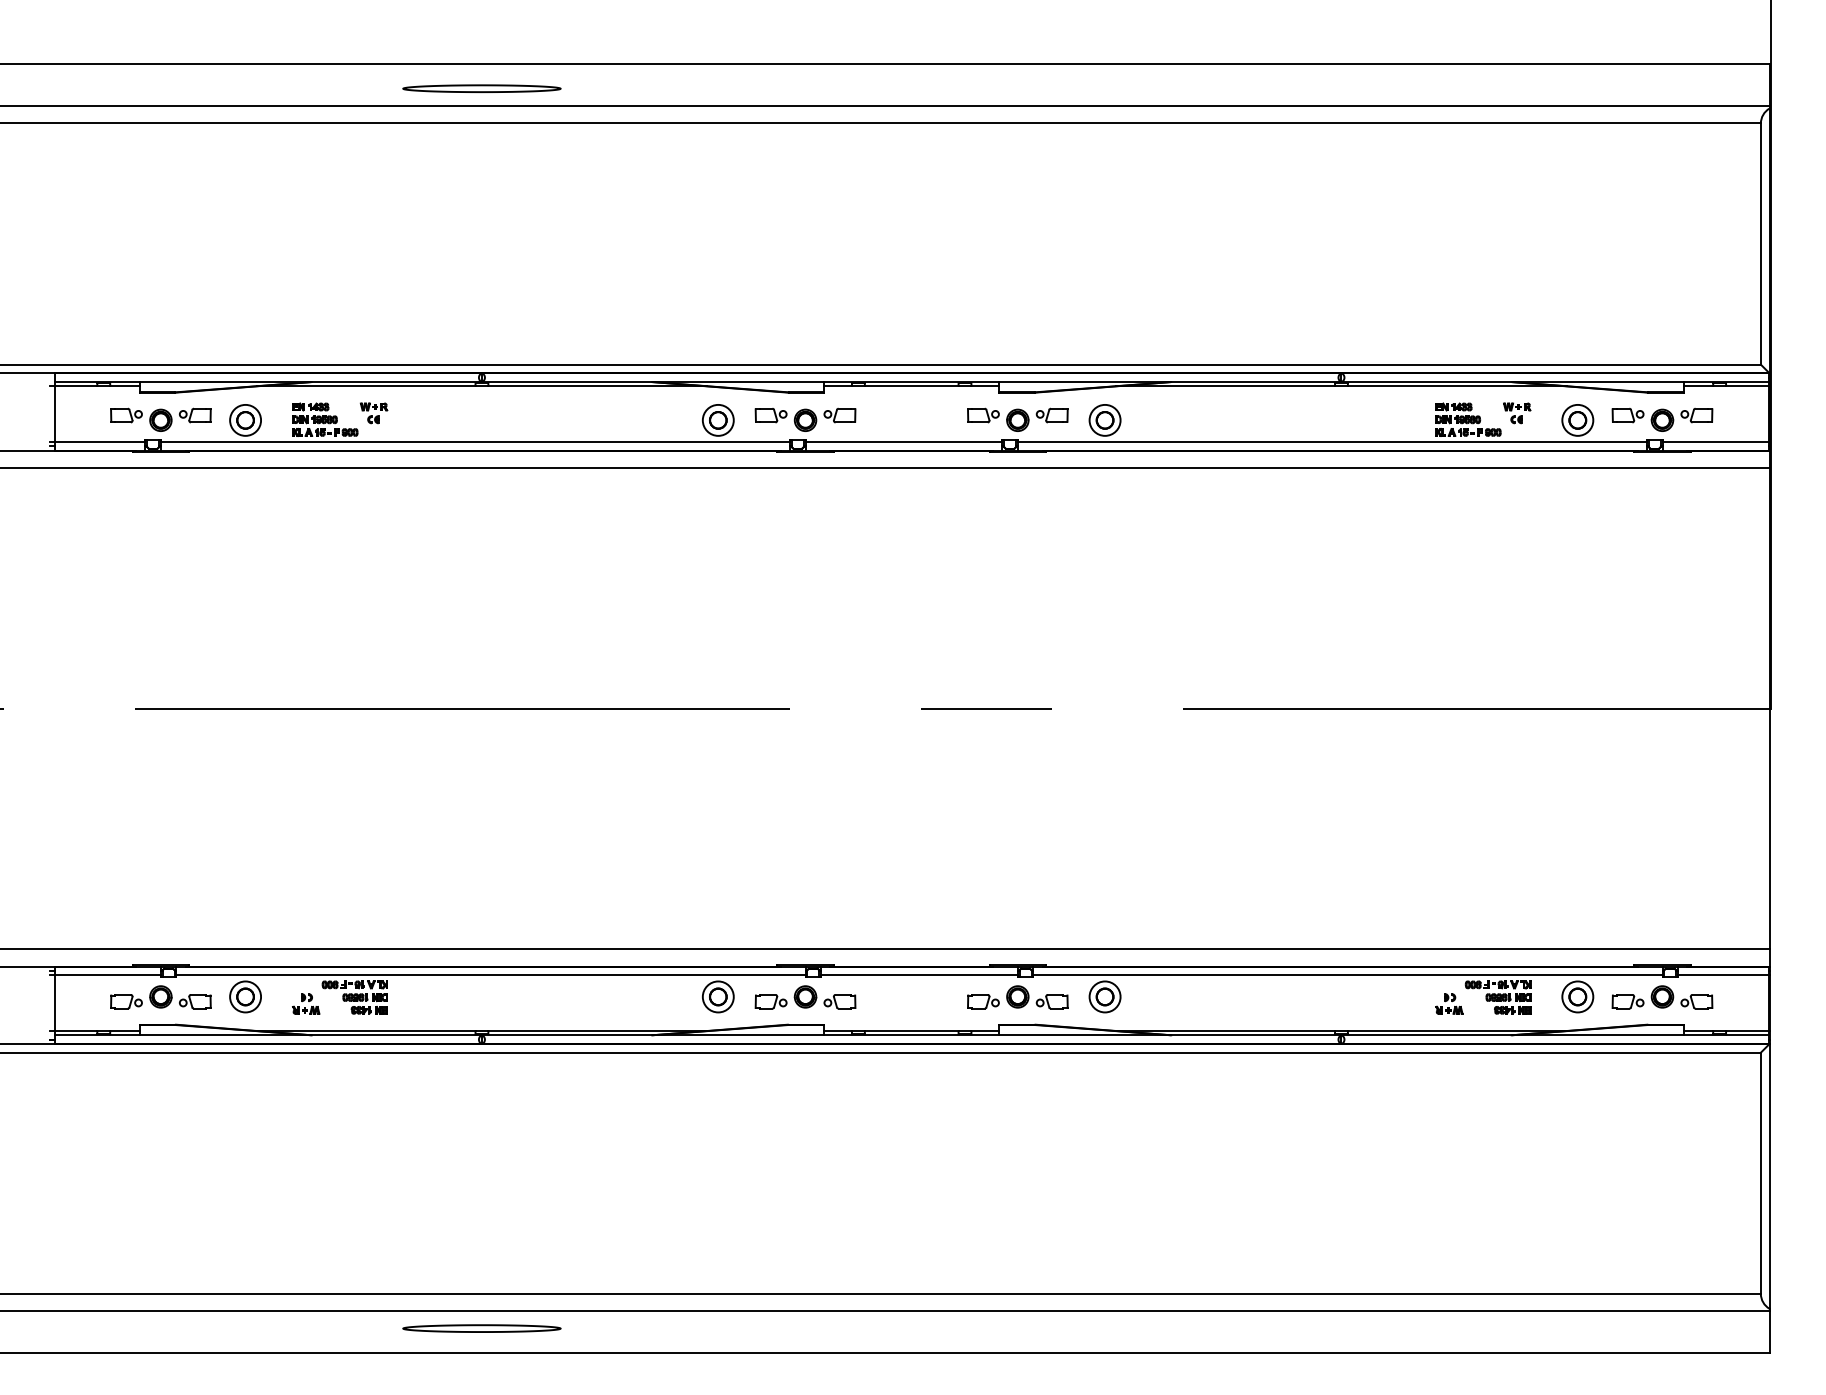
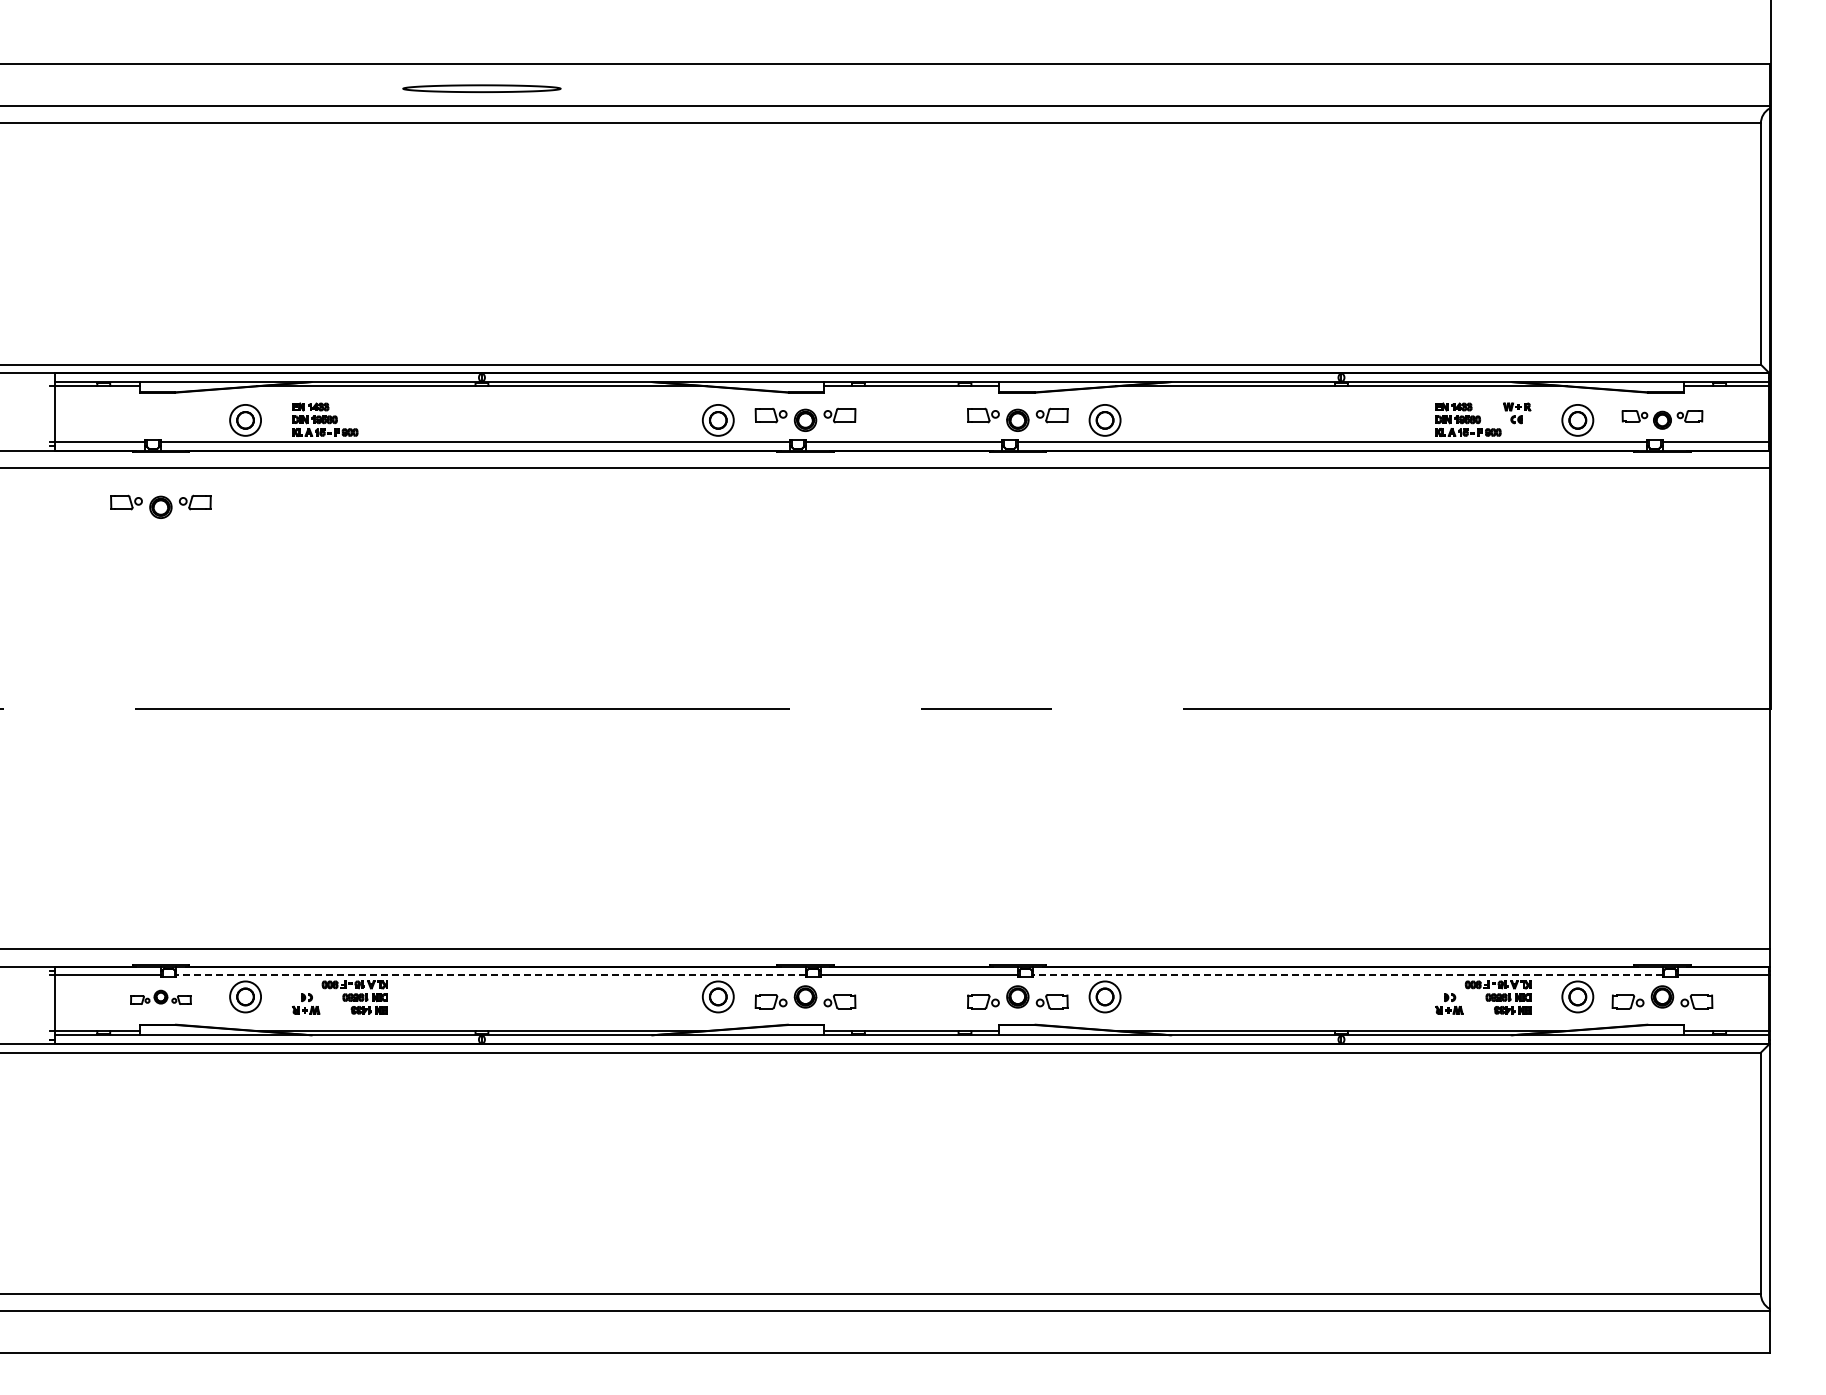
part at (373, 413): present -> none
part at (160, 419) position: (160, 419) -> (160, 506)
part at (1662, 419) size: 103x24 px -> 83x20 px
line at (490, 975): solid -> dashed
line at (1347, 975): solid -> dashed
part at (160, 997) size: 102x25 px -> 62x16 px
part at (481, 1328): present -> none
